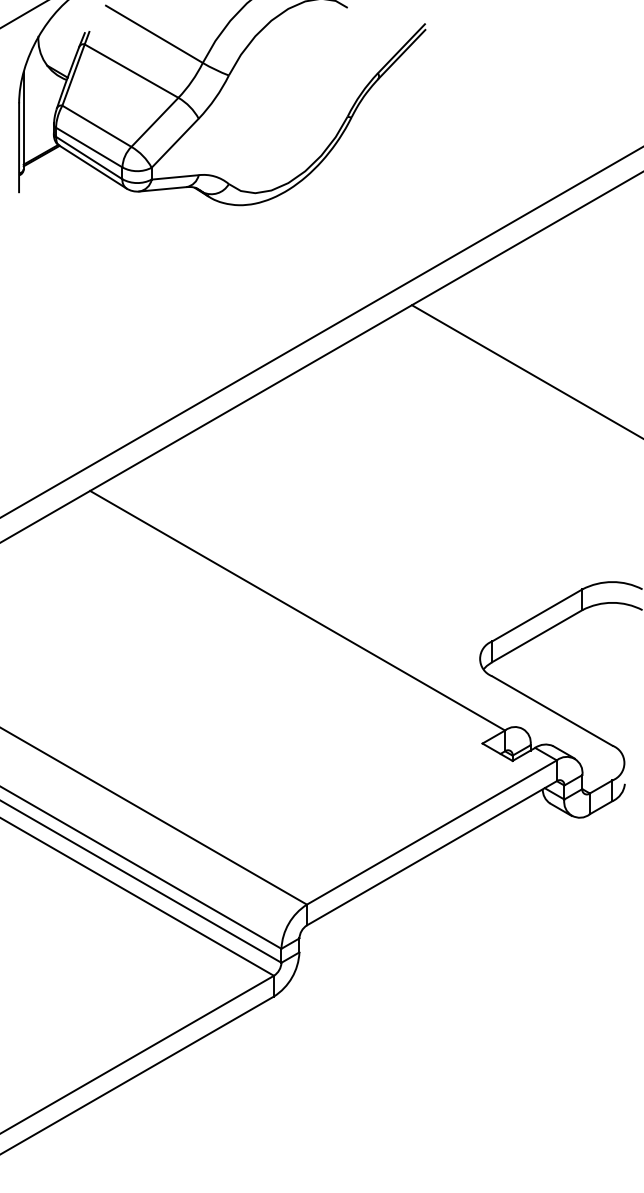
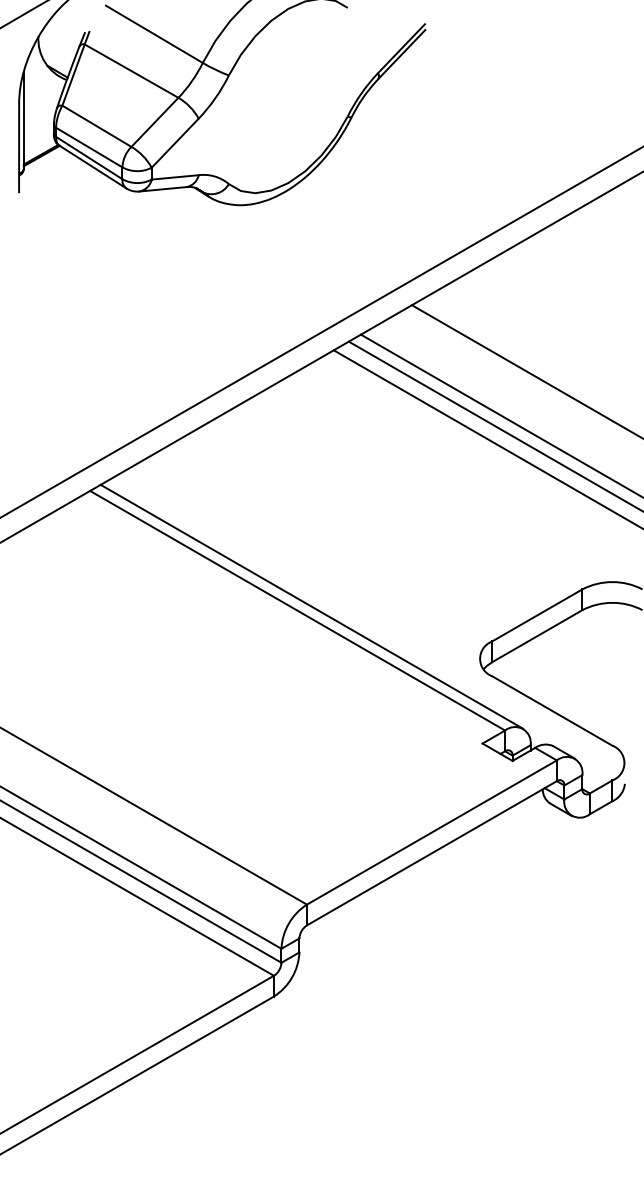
line at (500, 415): none -> present
line at (494, 425): none -> present
line at (486, 438): none -> present
line at (311, 606): none -> present
